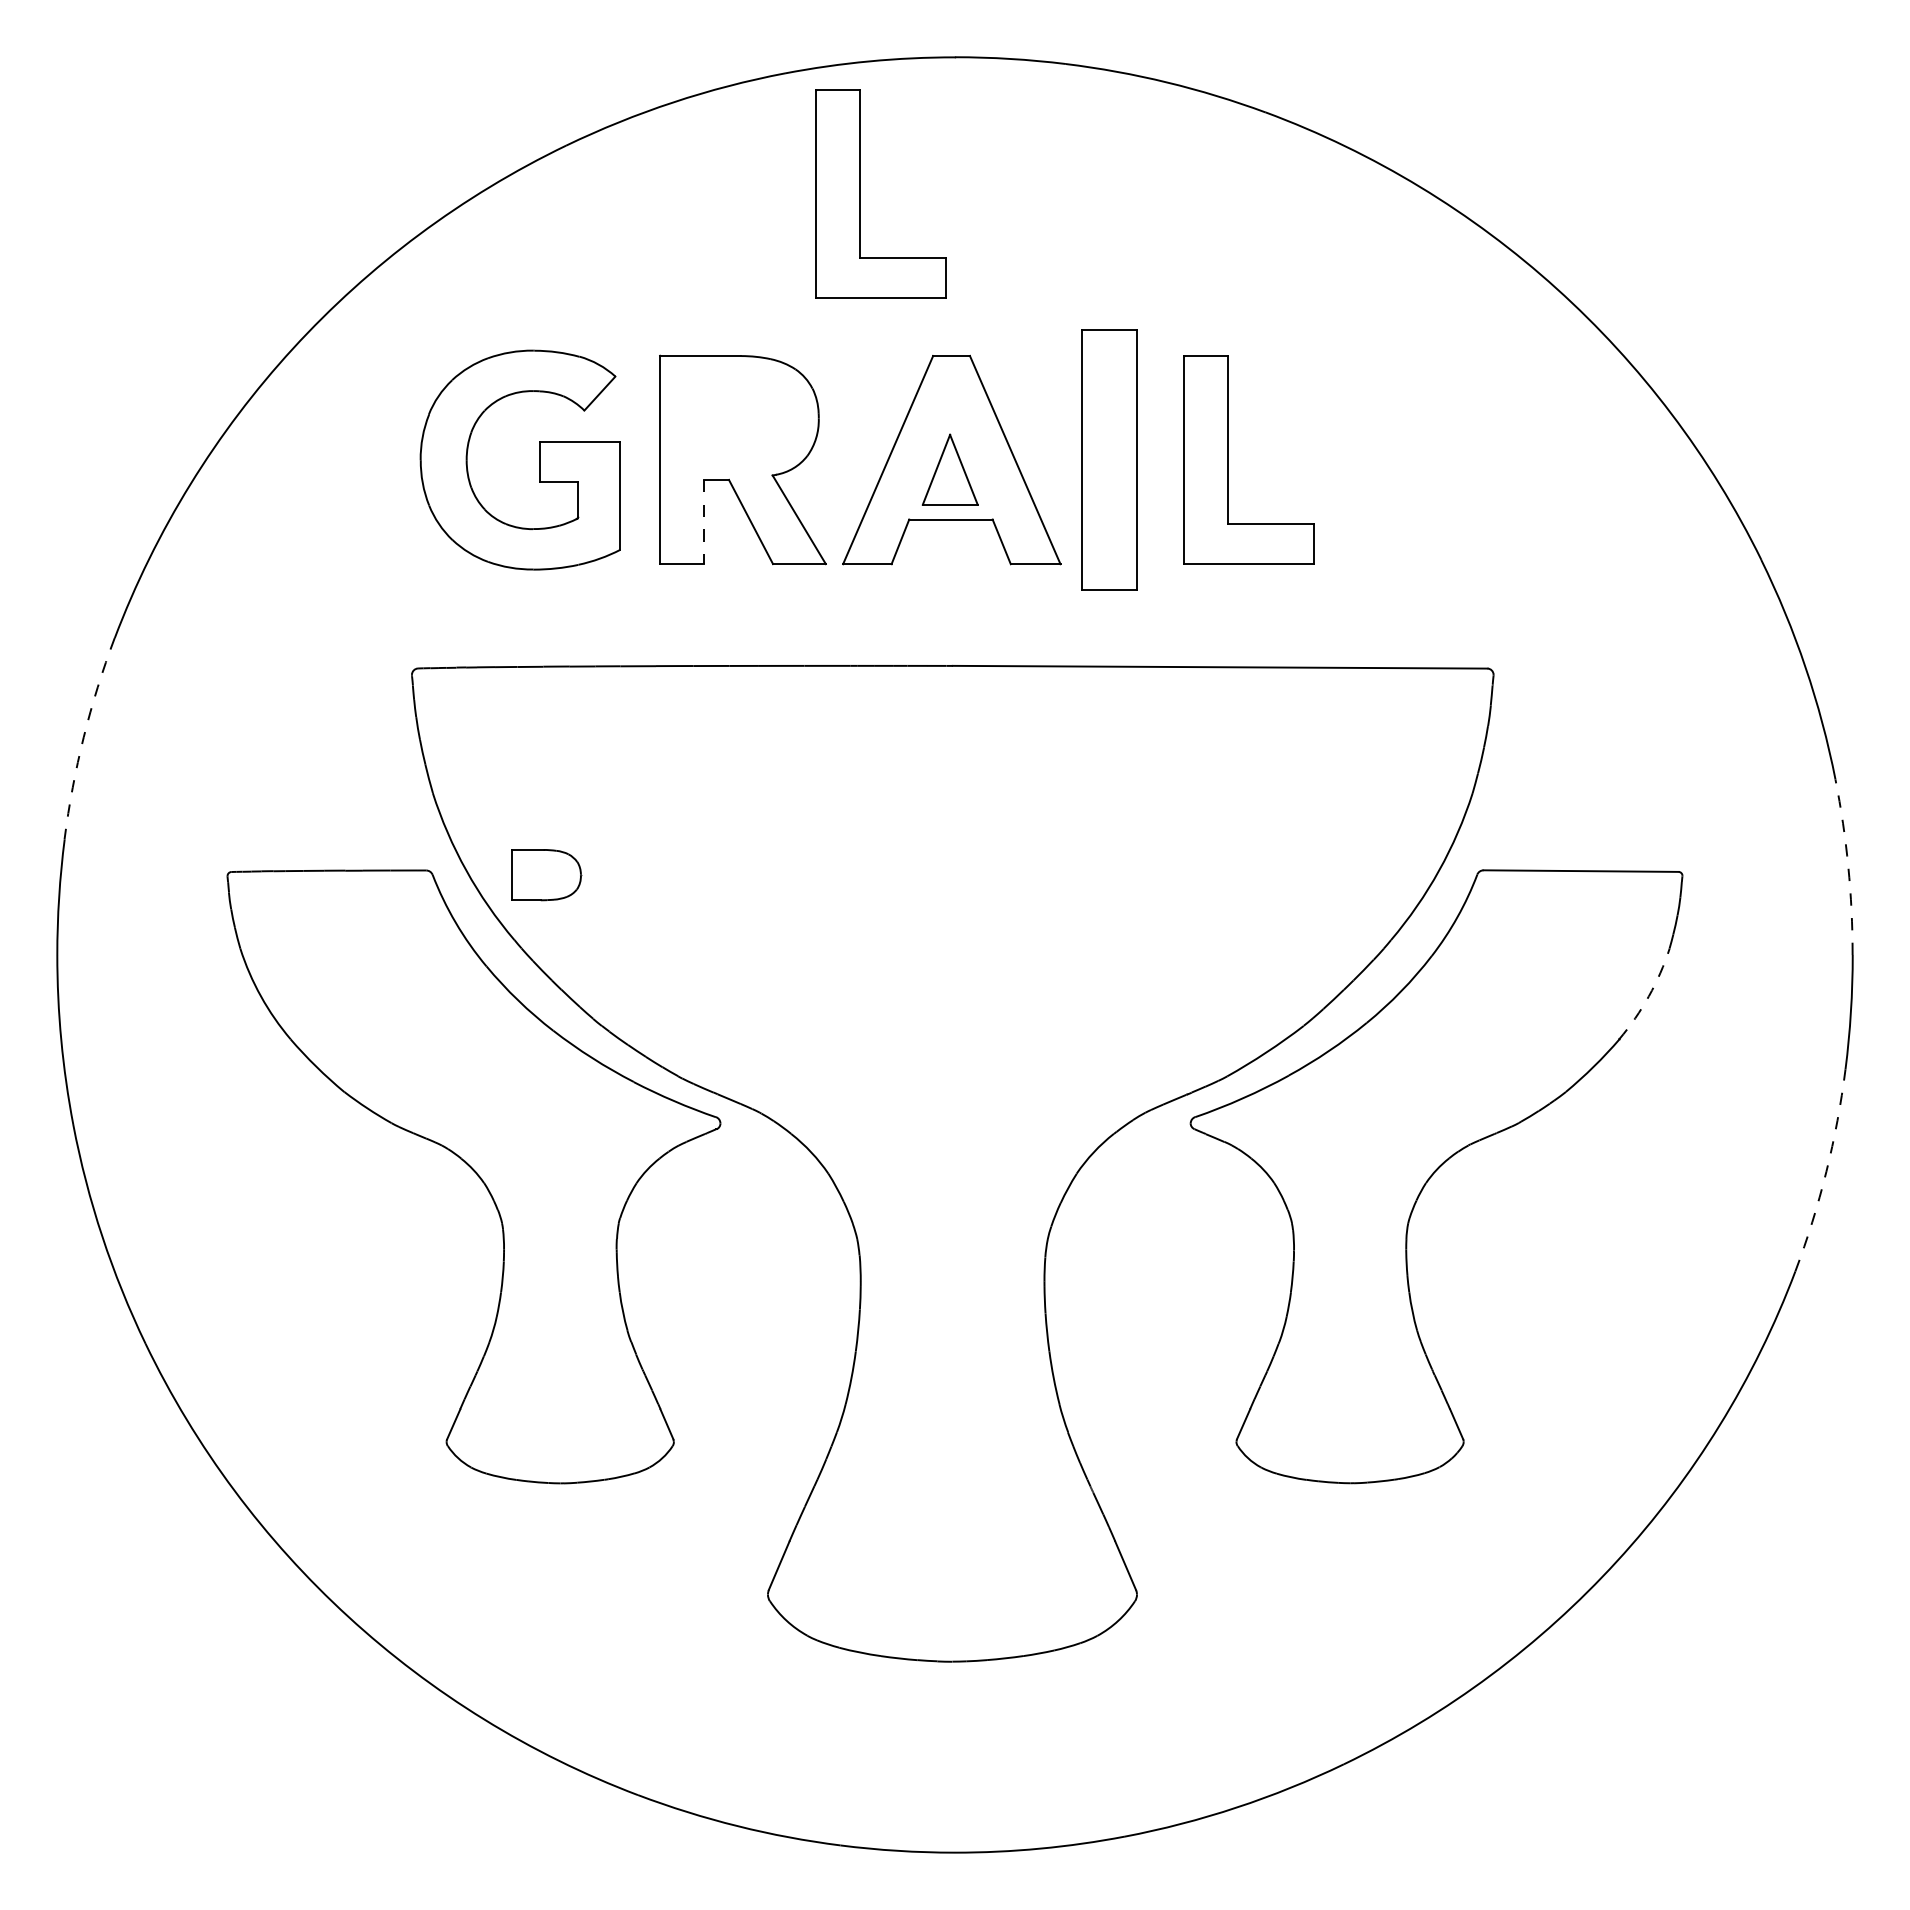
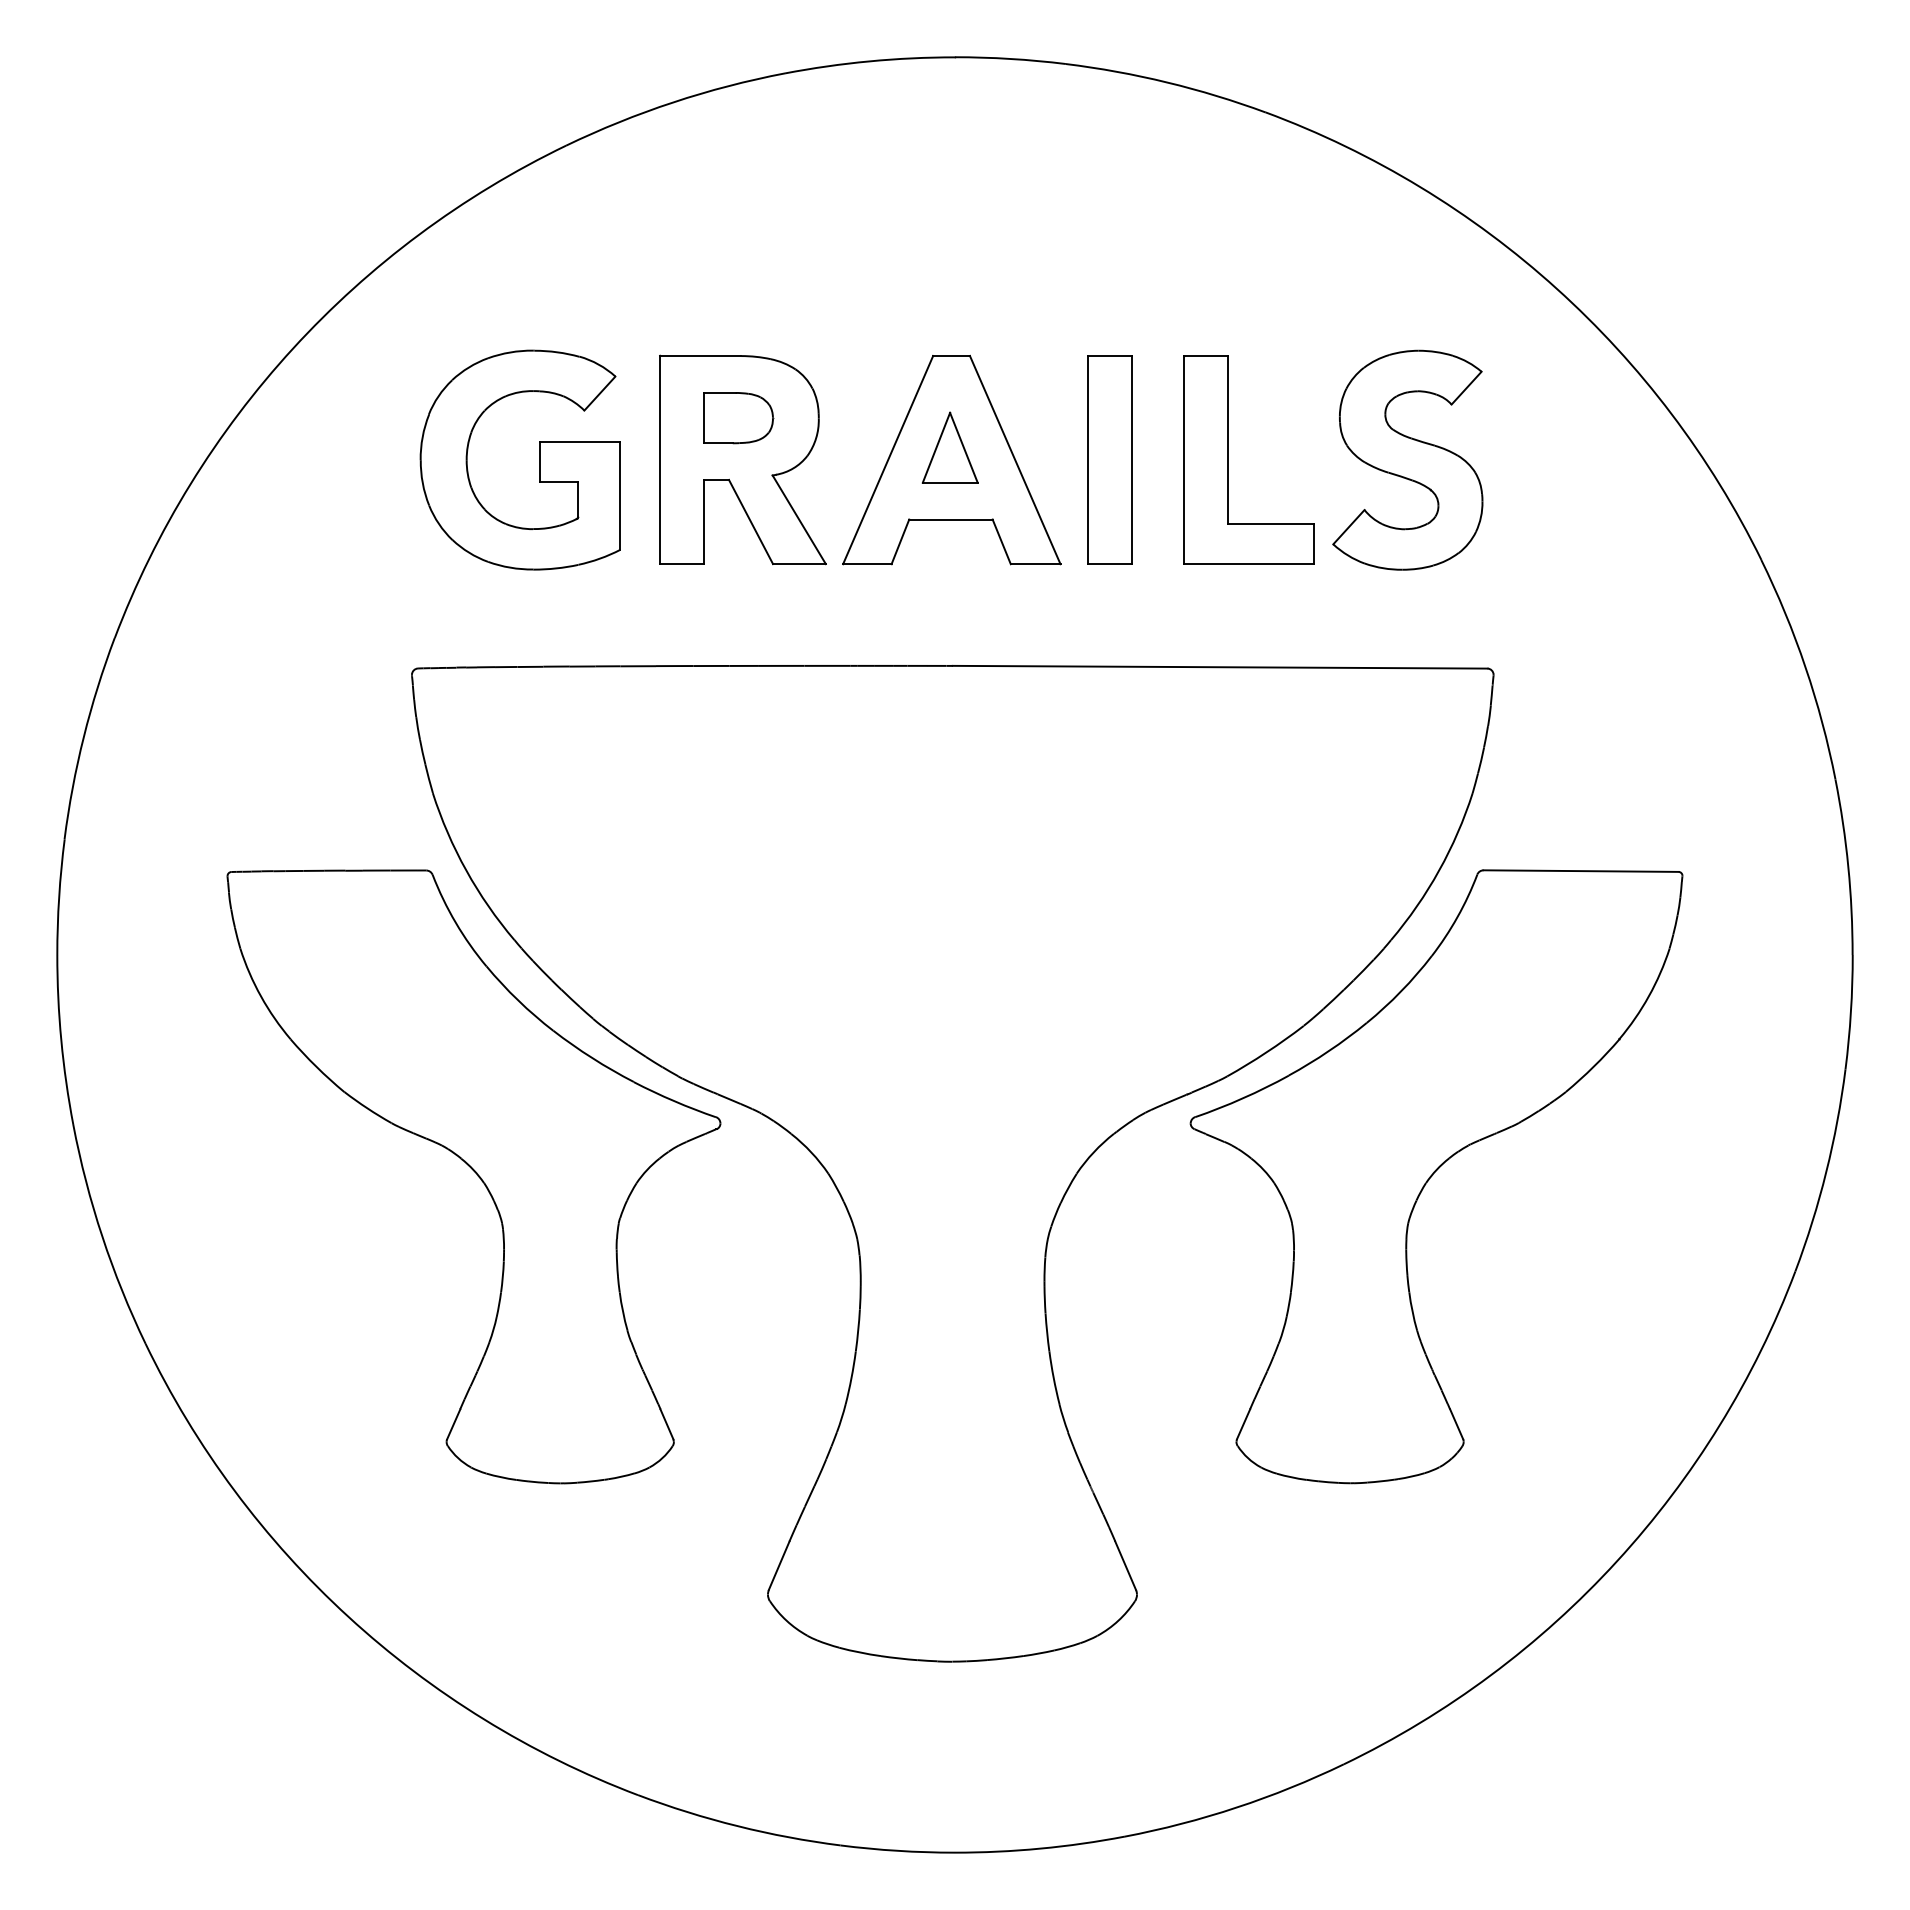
part at (860, 193): present -> none
part at (1109, 459) size: 57x262 px -> 46x210 px
part at (1407, 459): none -> present
part at (949, 469) position: (949, 469) -> (949, 447)
line at (704, 522): dashed -> solid
arc at (83, 737): dashed -> solid
arc at (1848, 866): dashed -> solid
part at (546, 875) position: (546, 875) -> (738, 418)
arc at (1648, 996): dashed -> solid
arc at (1826, 1171): dashed -> solid
